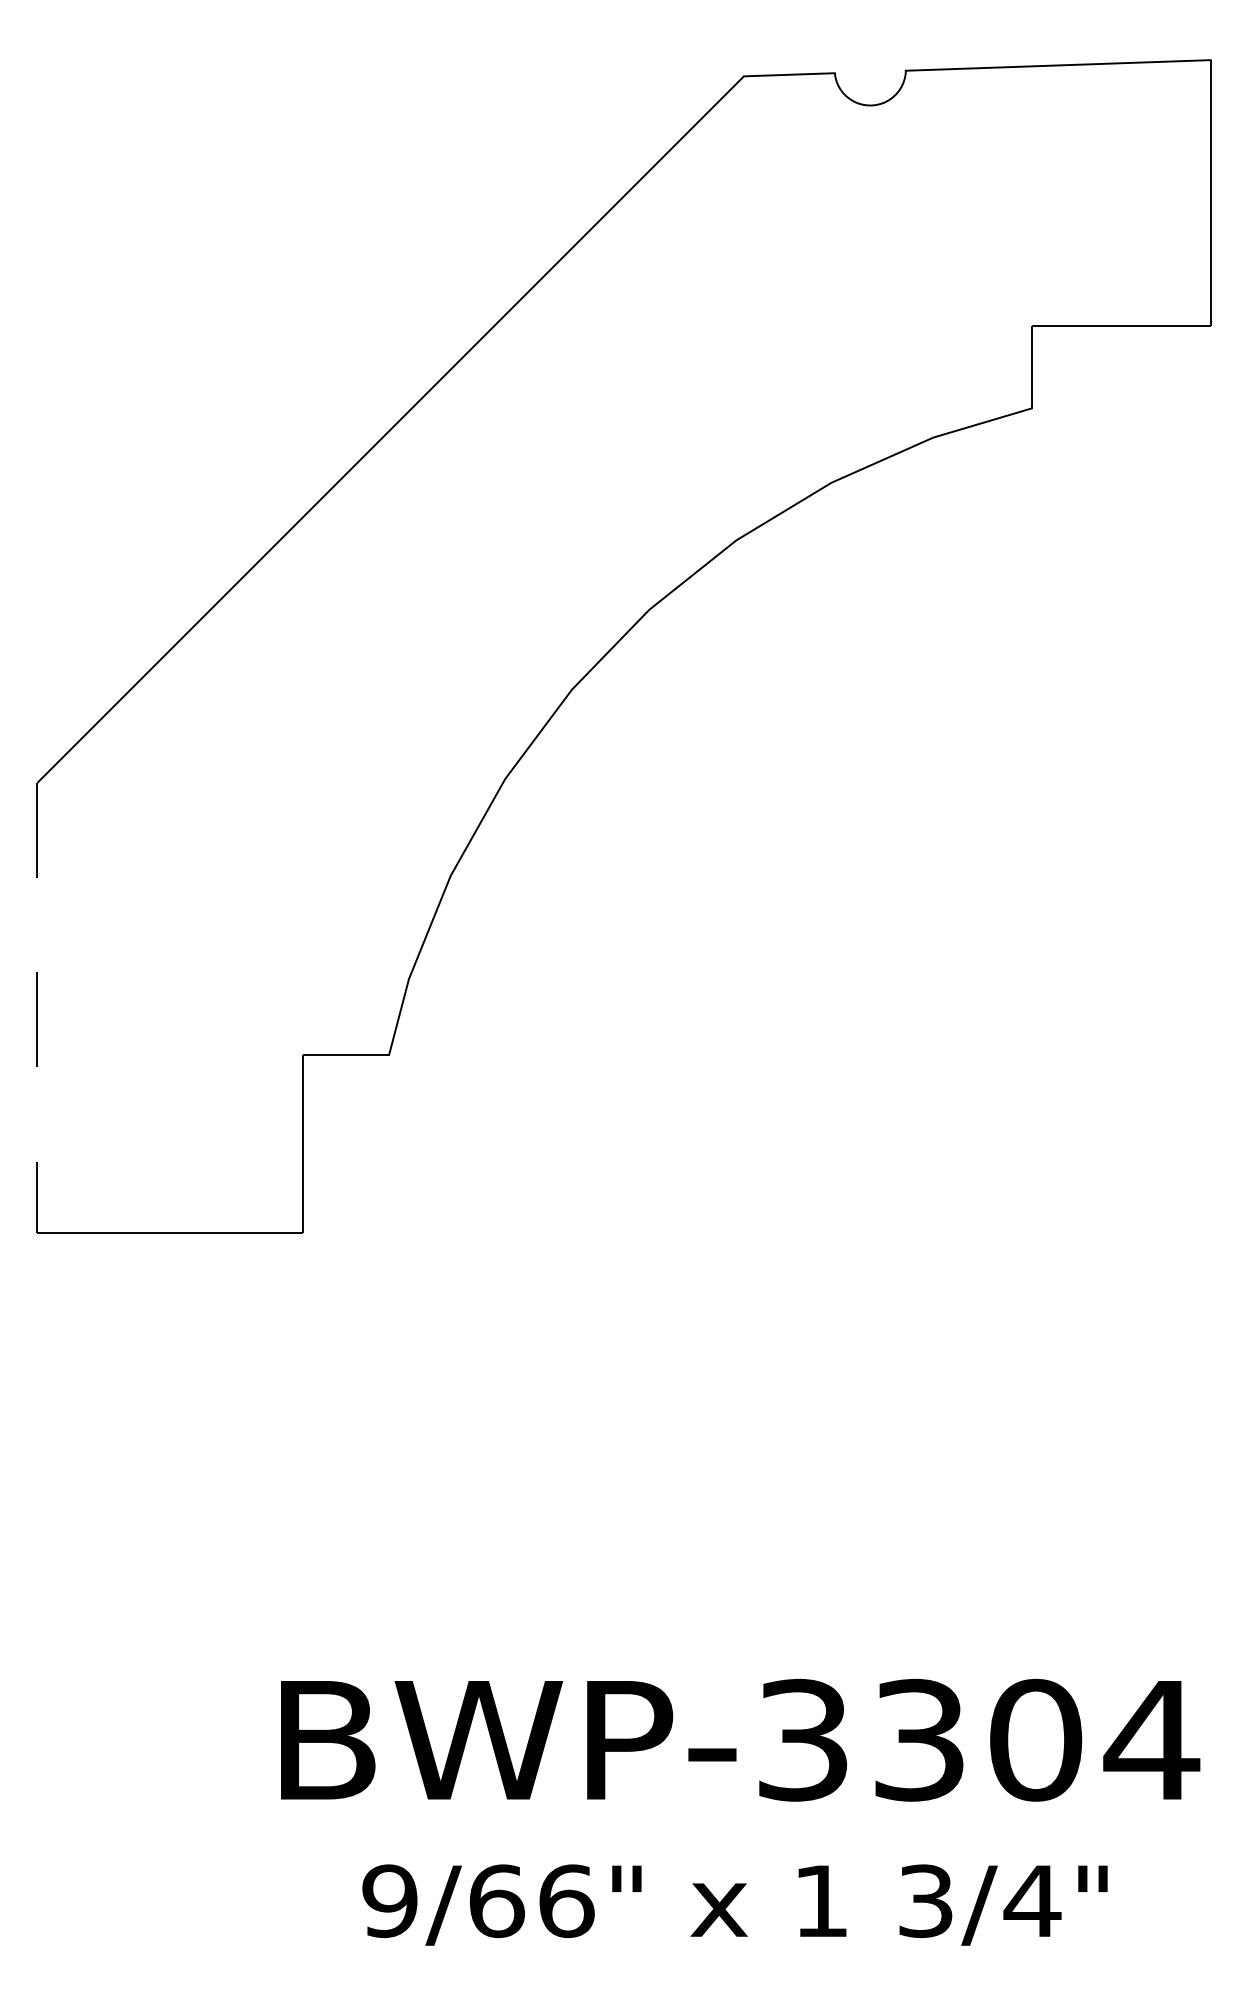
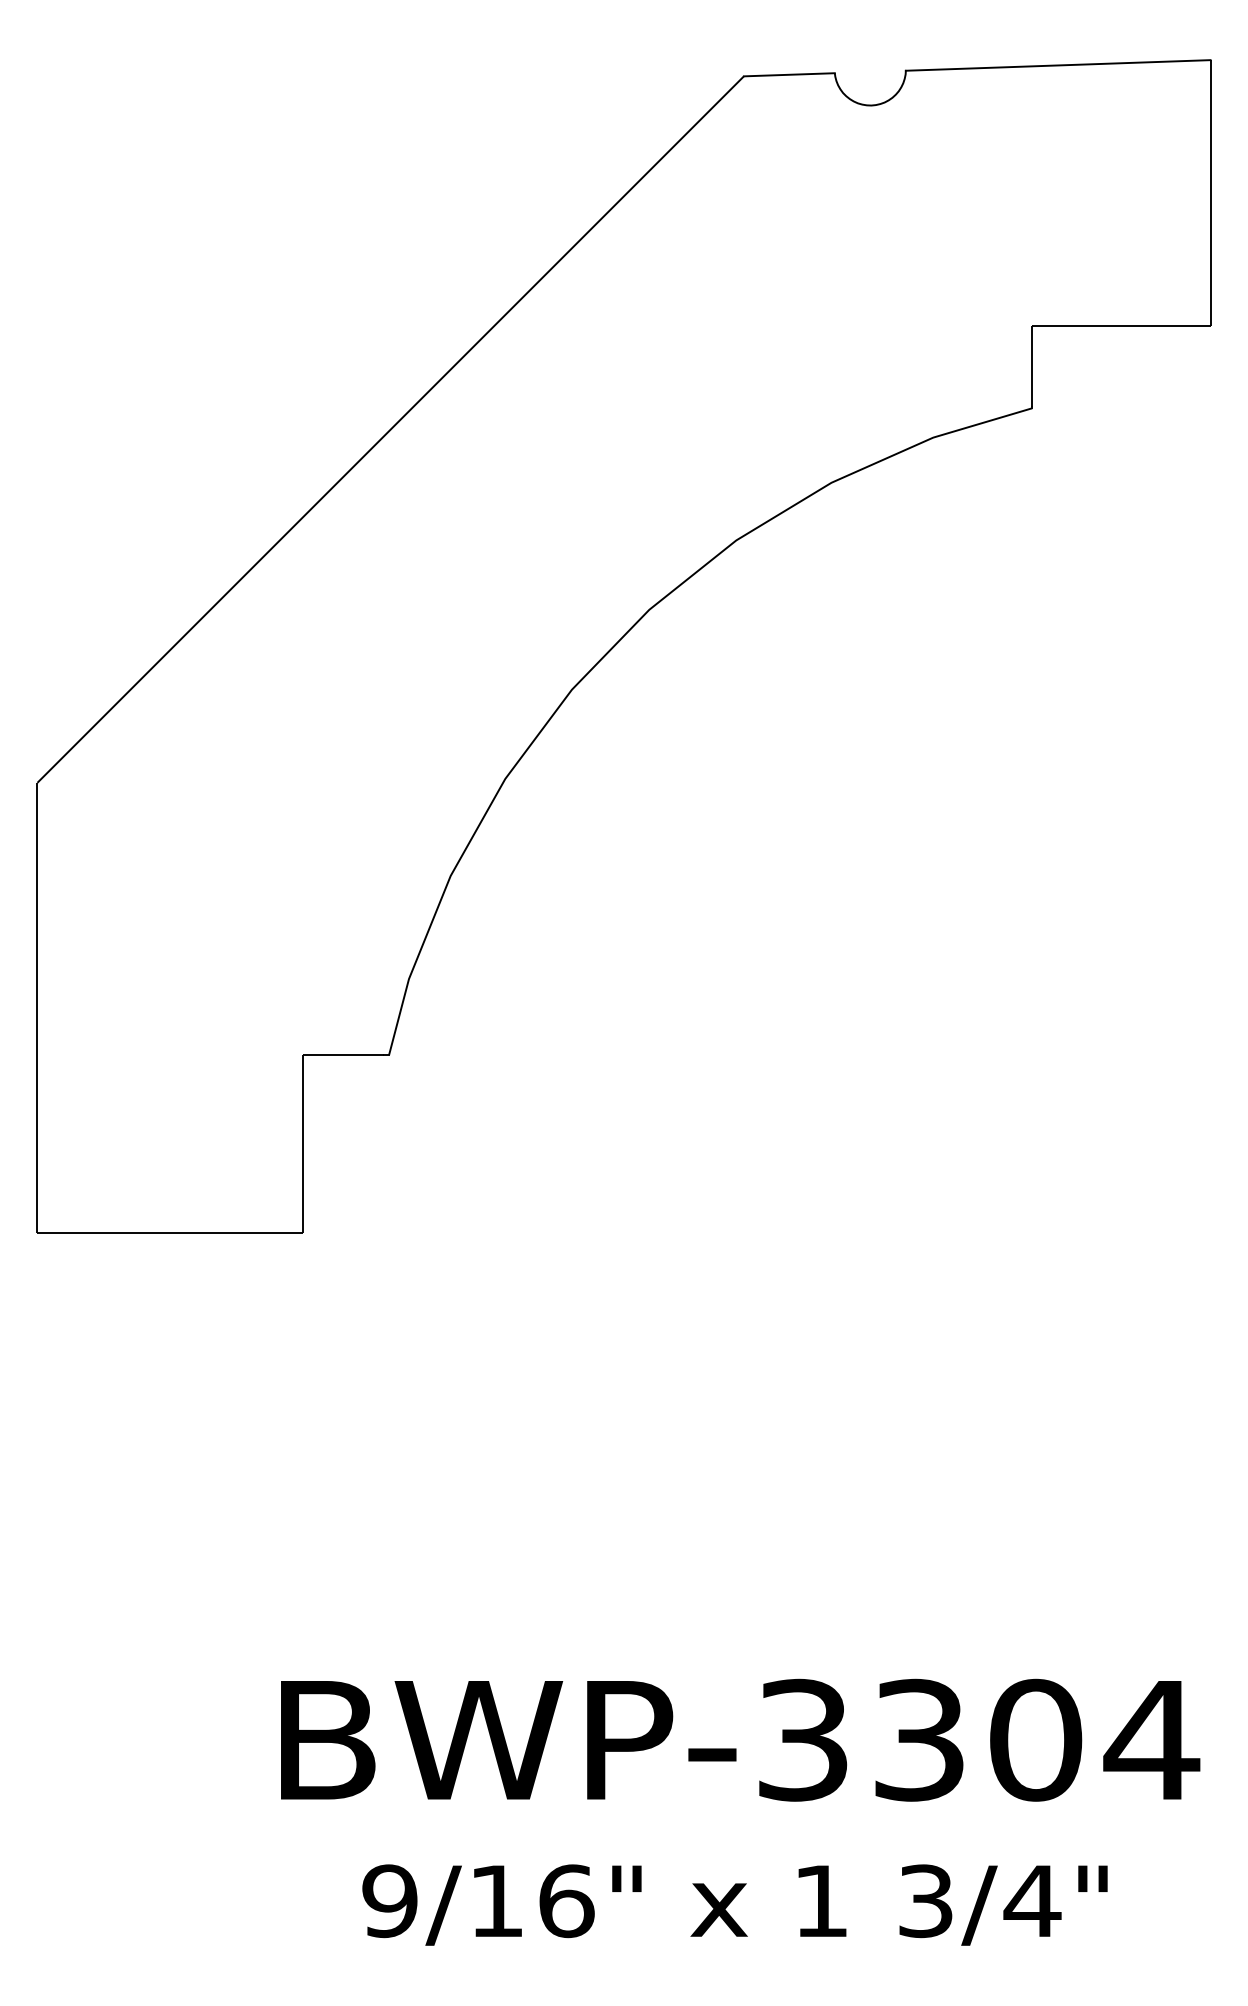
line at (37, 1008): dashed -> solid
text at (496, 1901): 9/66" -> 9/16"
